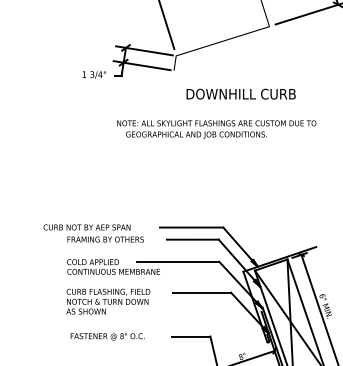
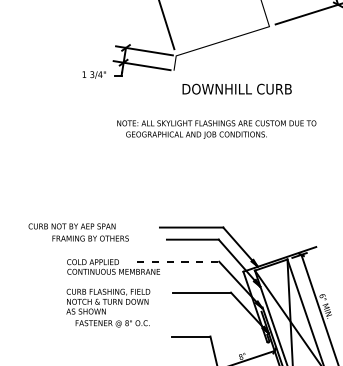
text at (240, 93) position: (240, 93) -> (236, 88)
text at (93, 233) position: (93, 233) -> (78, 232)
line at (178, 261): solid -> dashed
text at (107, 336) position: (107, 336) -> (112, 323)
